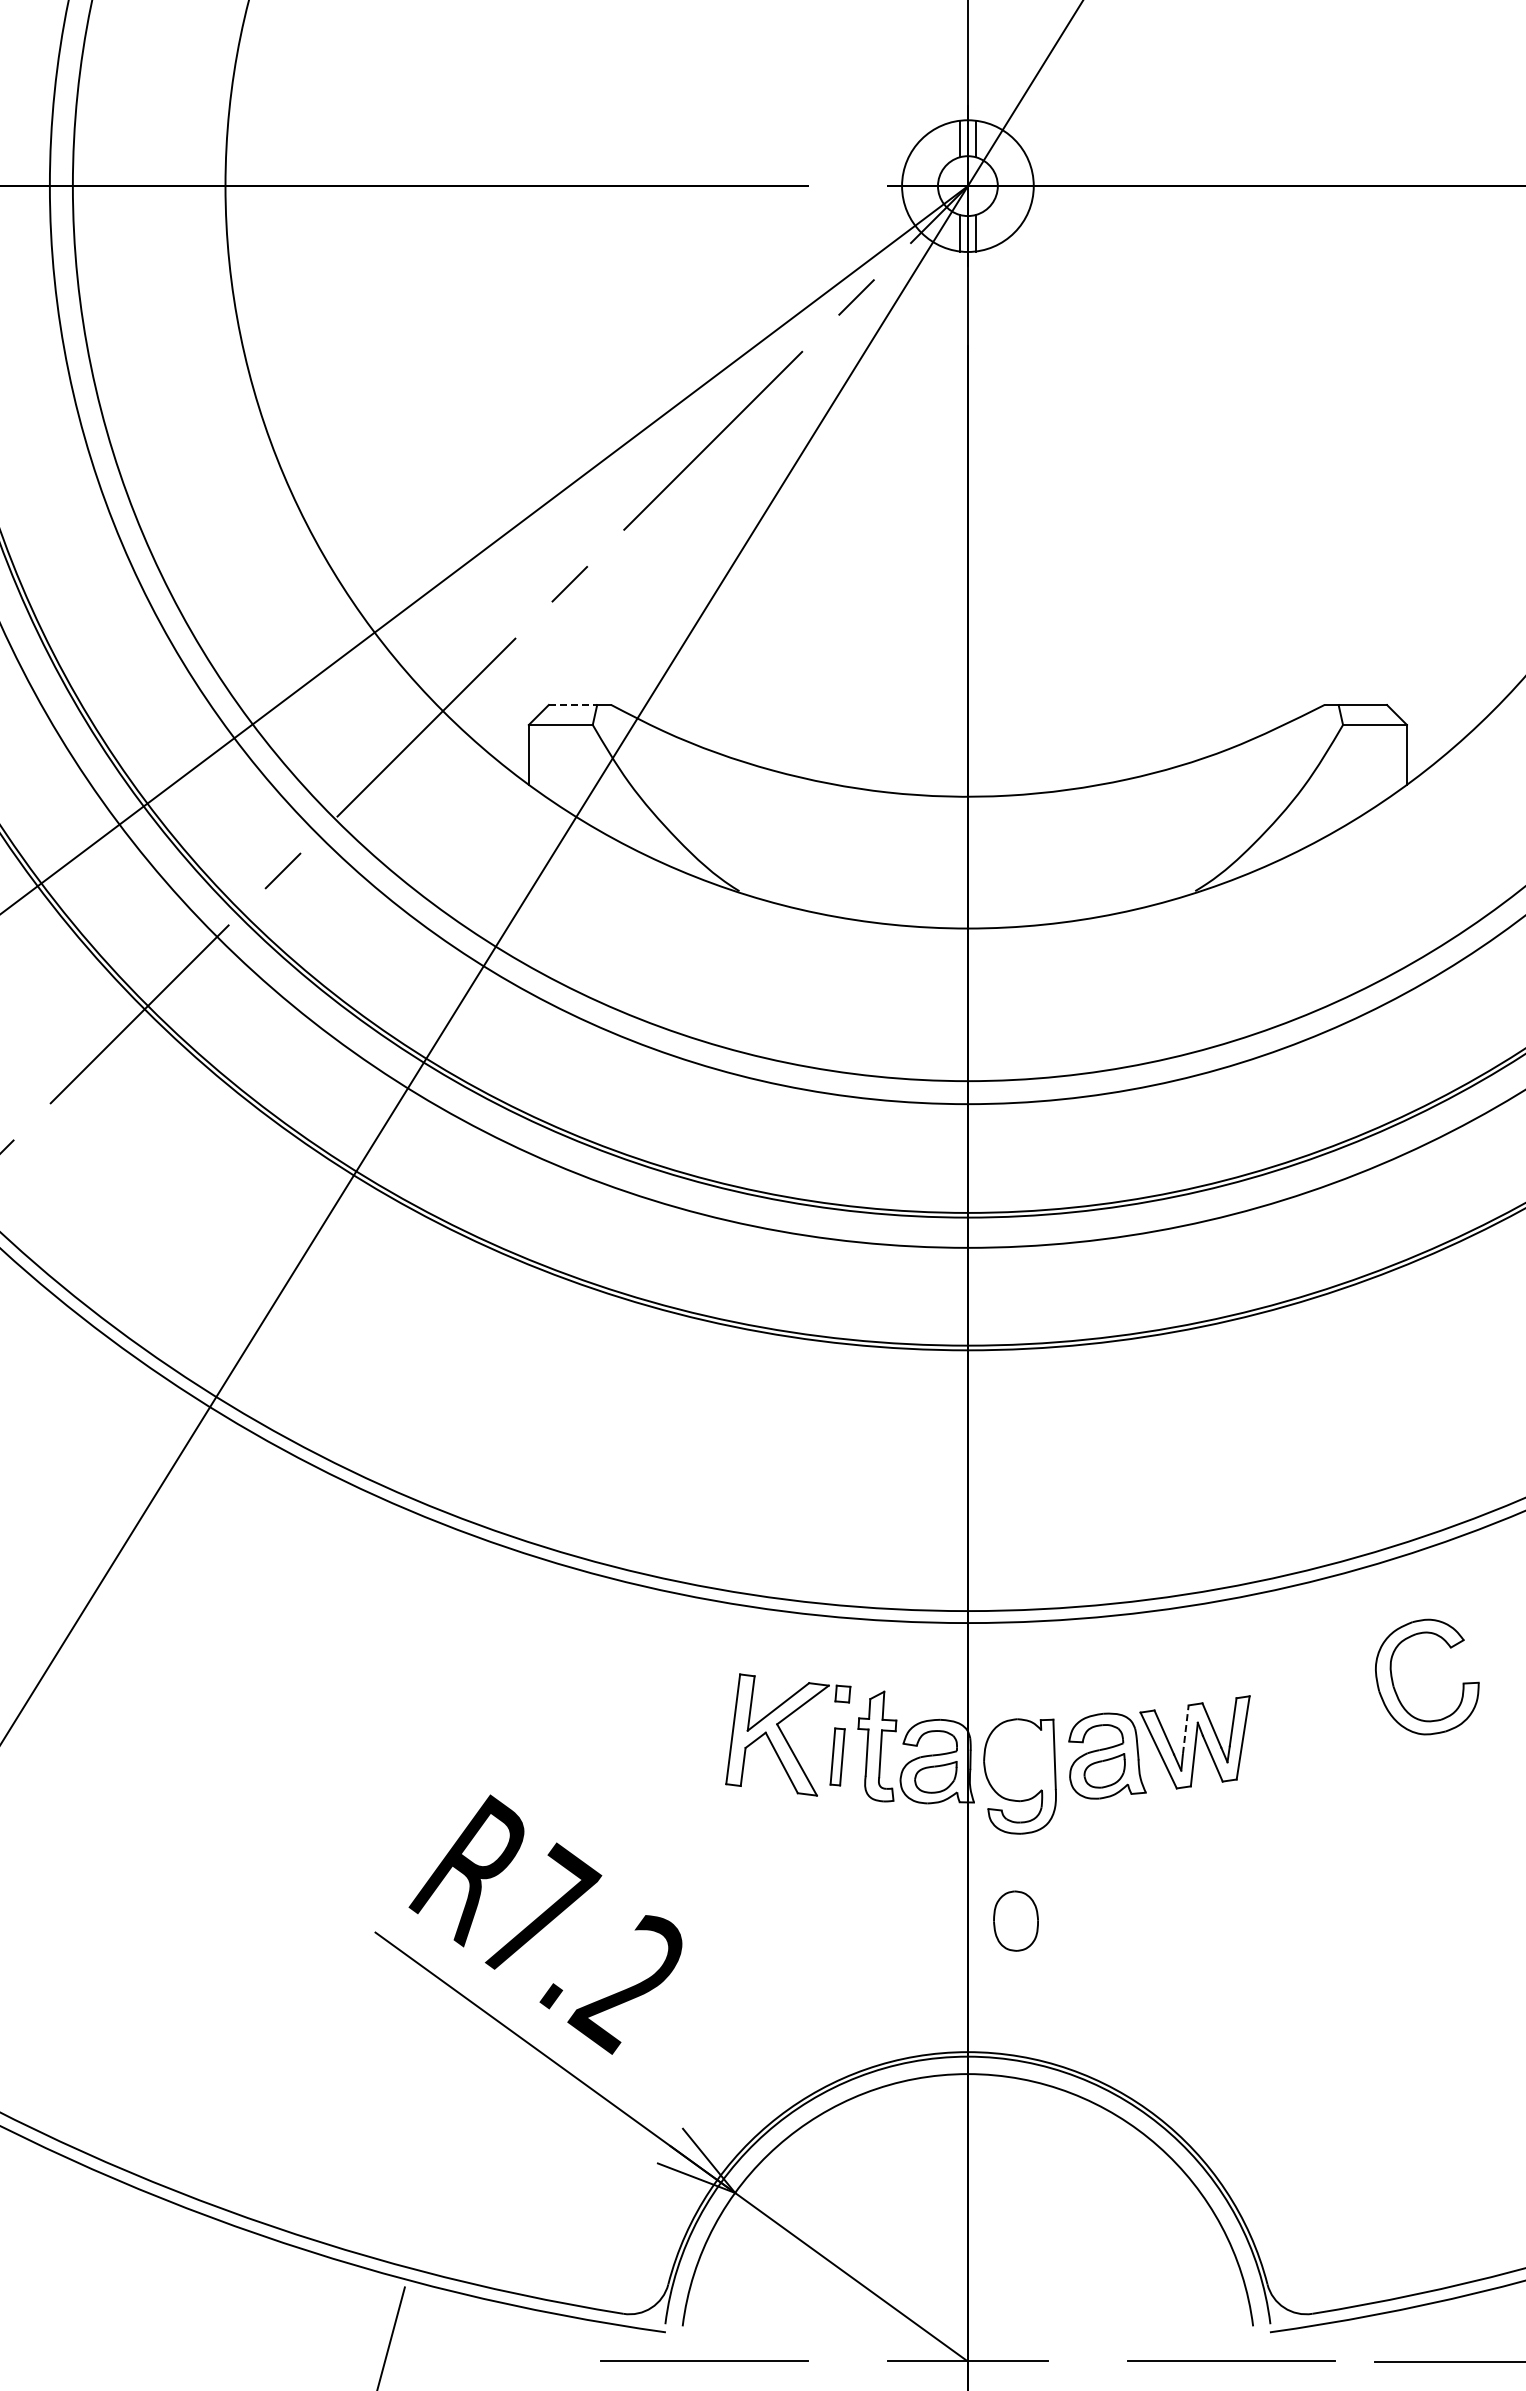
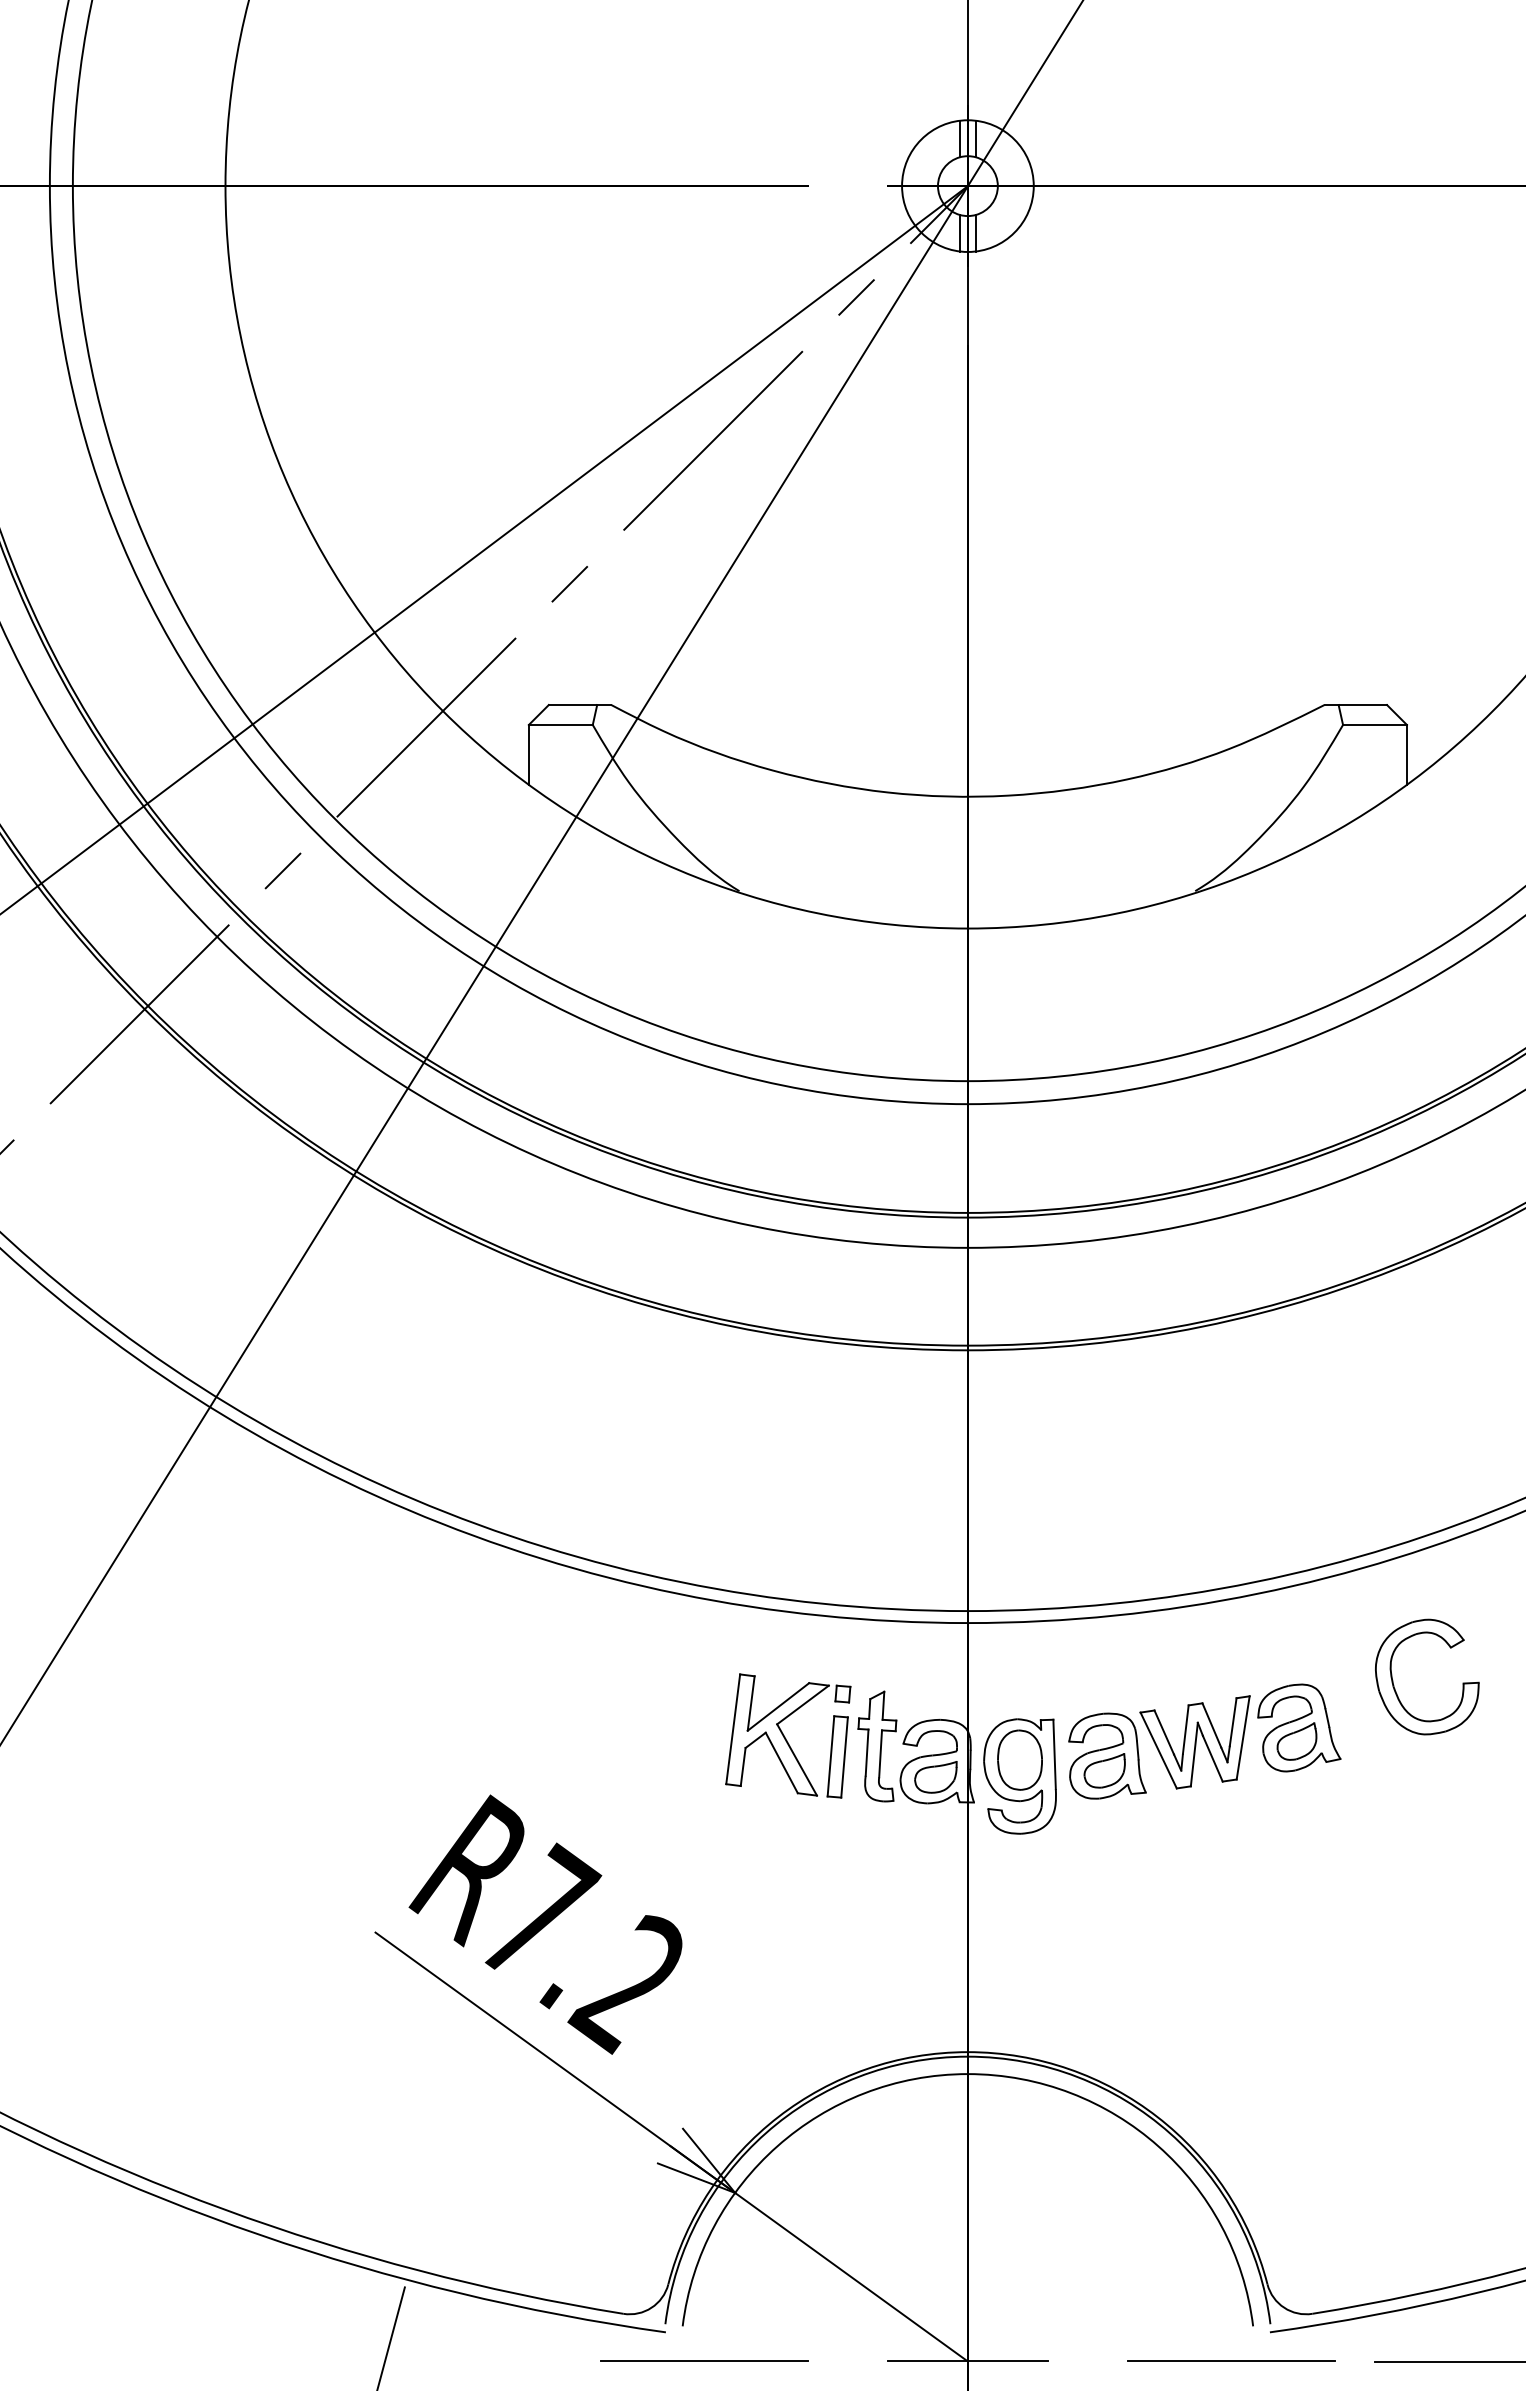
line at (573, 705): dashed -> solid
part at (1299, 1727): none -> present
line at (1185, 1729): dashed -> solid
part at (837, 1756) size: 17x60 px -> 23x84 px
part at (1015, 1920) position: (1015, 1920) -> (1019, 1759)
